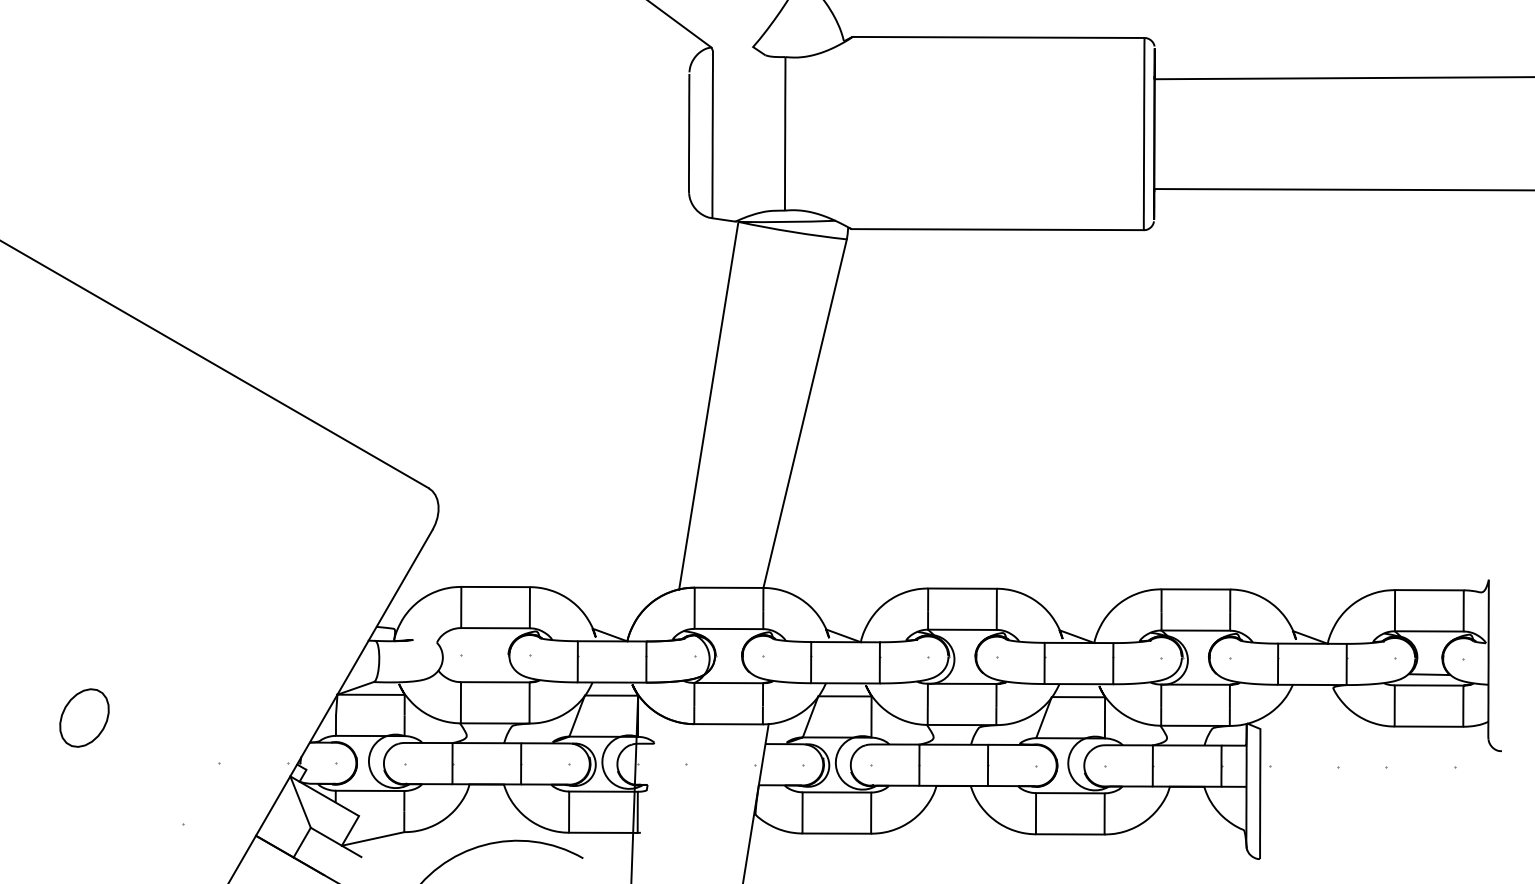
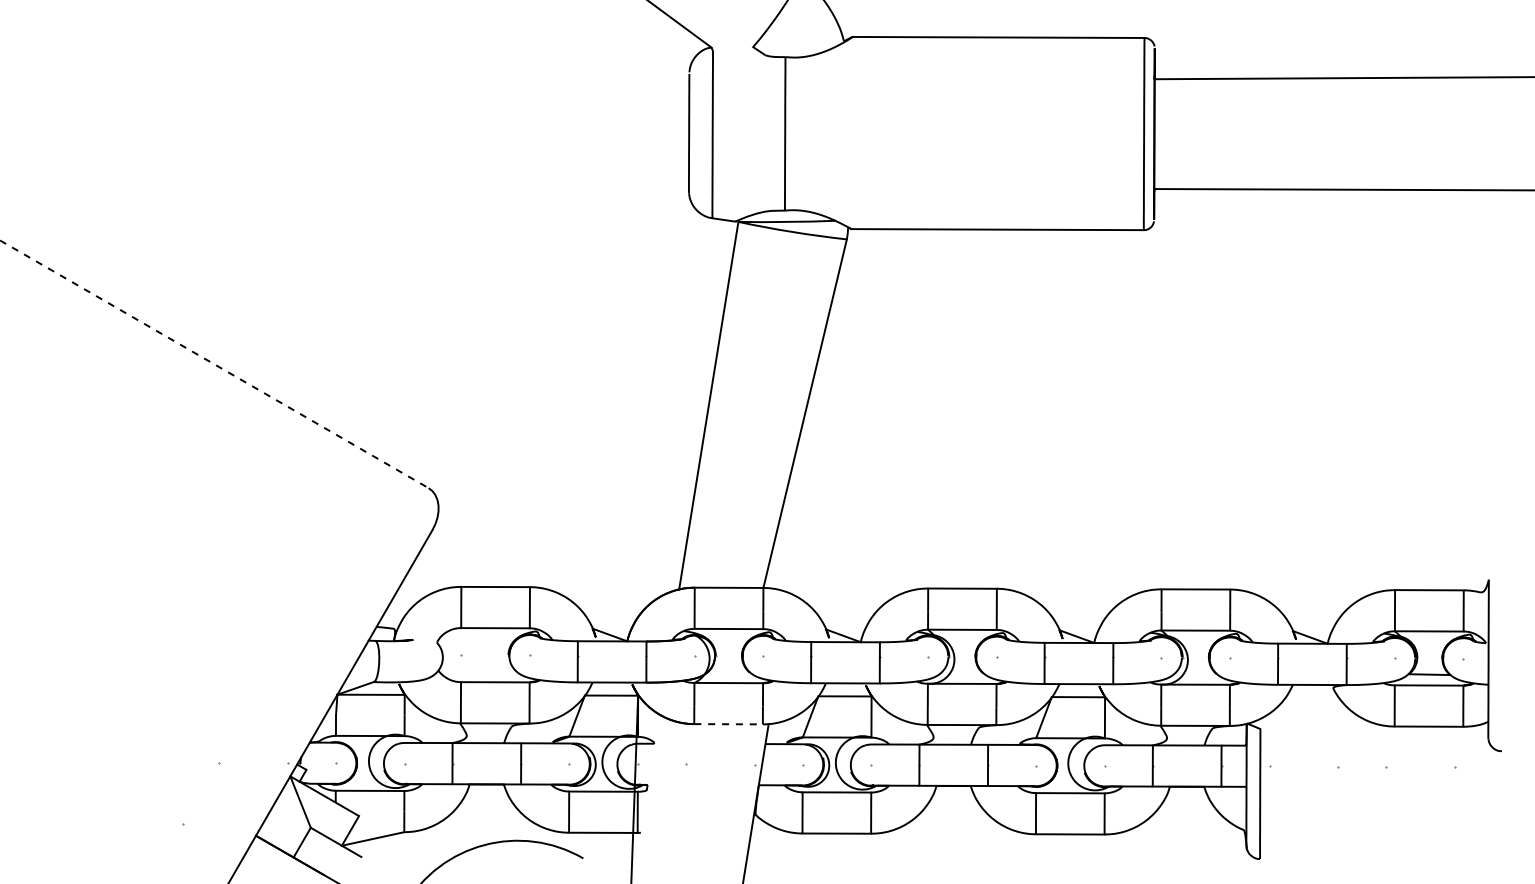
line at (215, 364): solid -> dashed
part at (84, 717): present -> none
line at (729, 724): solid -> dashed
